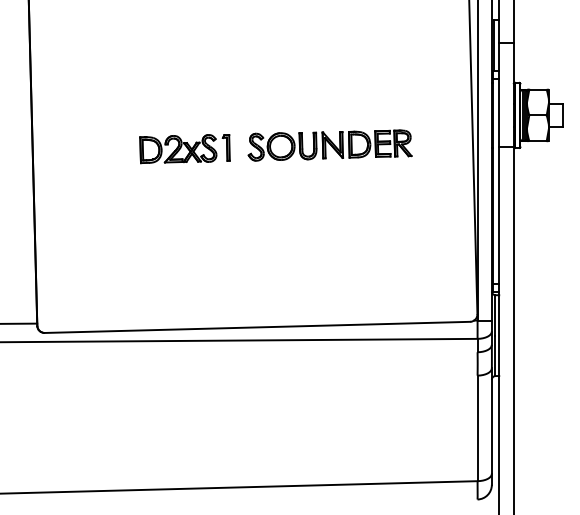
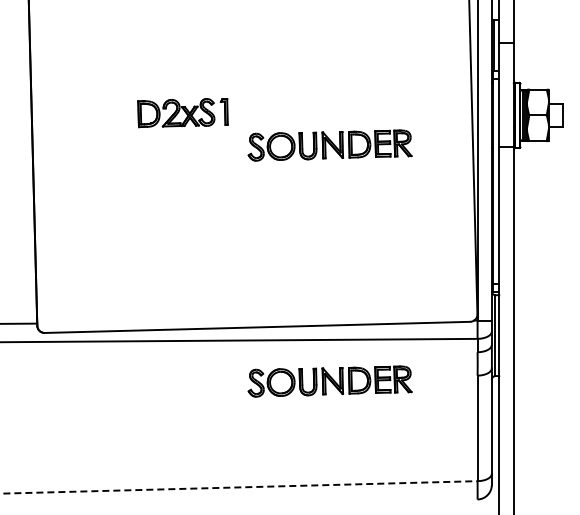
part at (184, 149) position: (184, 149) -> (182, 113)
part at (329, 381): none -> present
line at (238, 487): solid -> dashed
